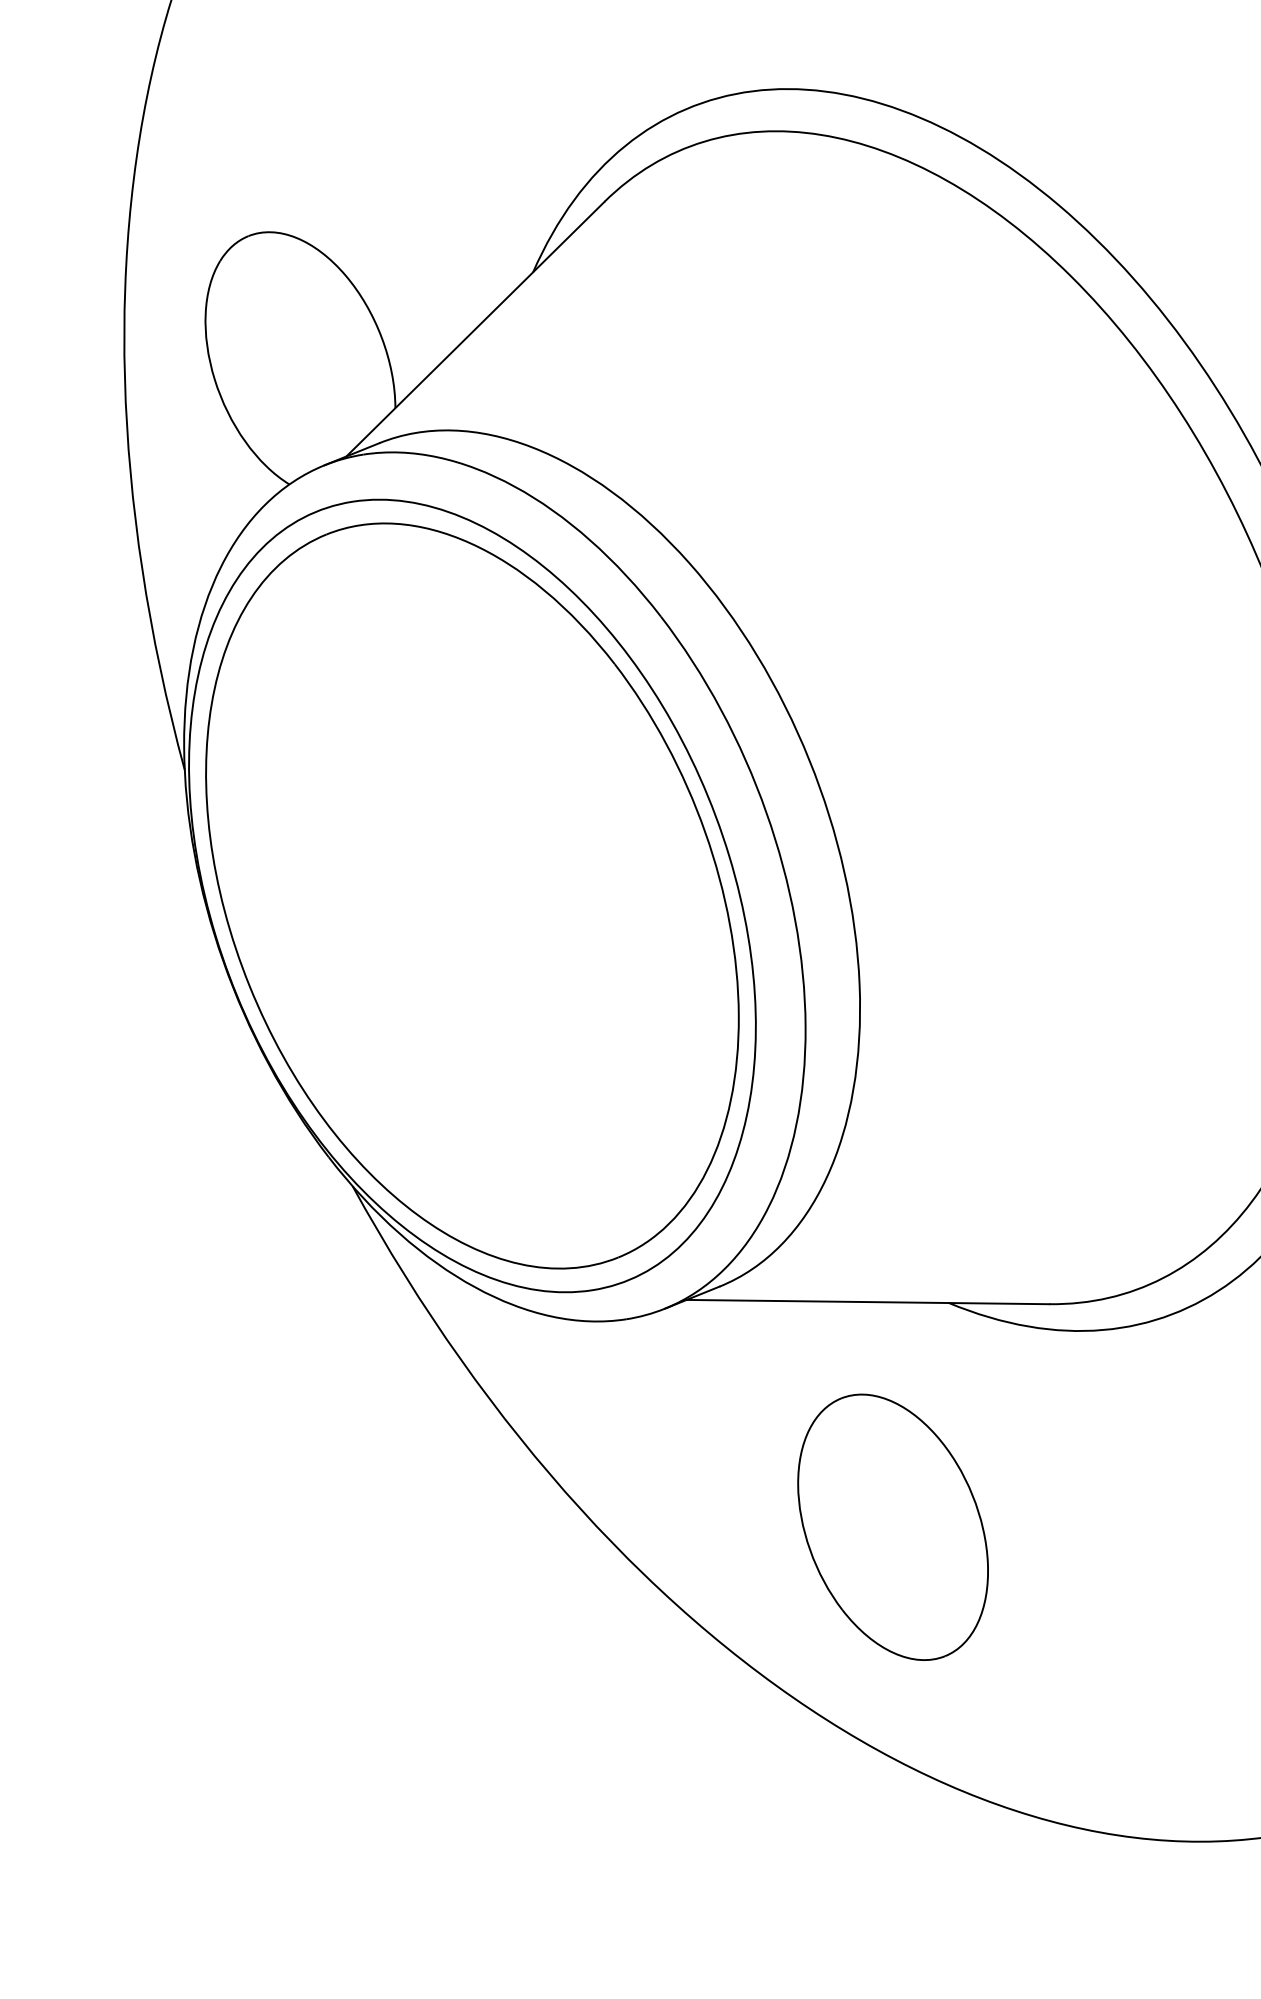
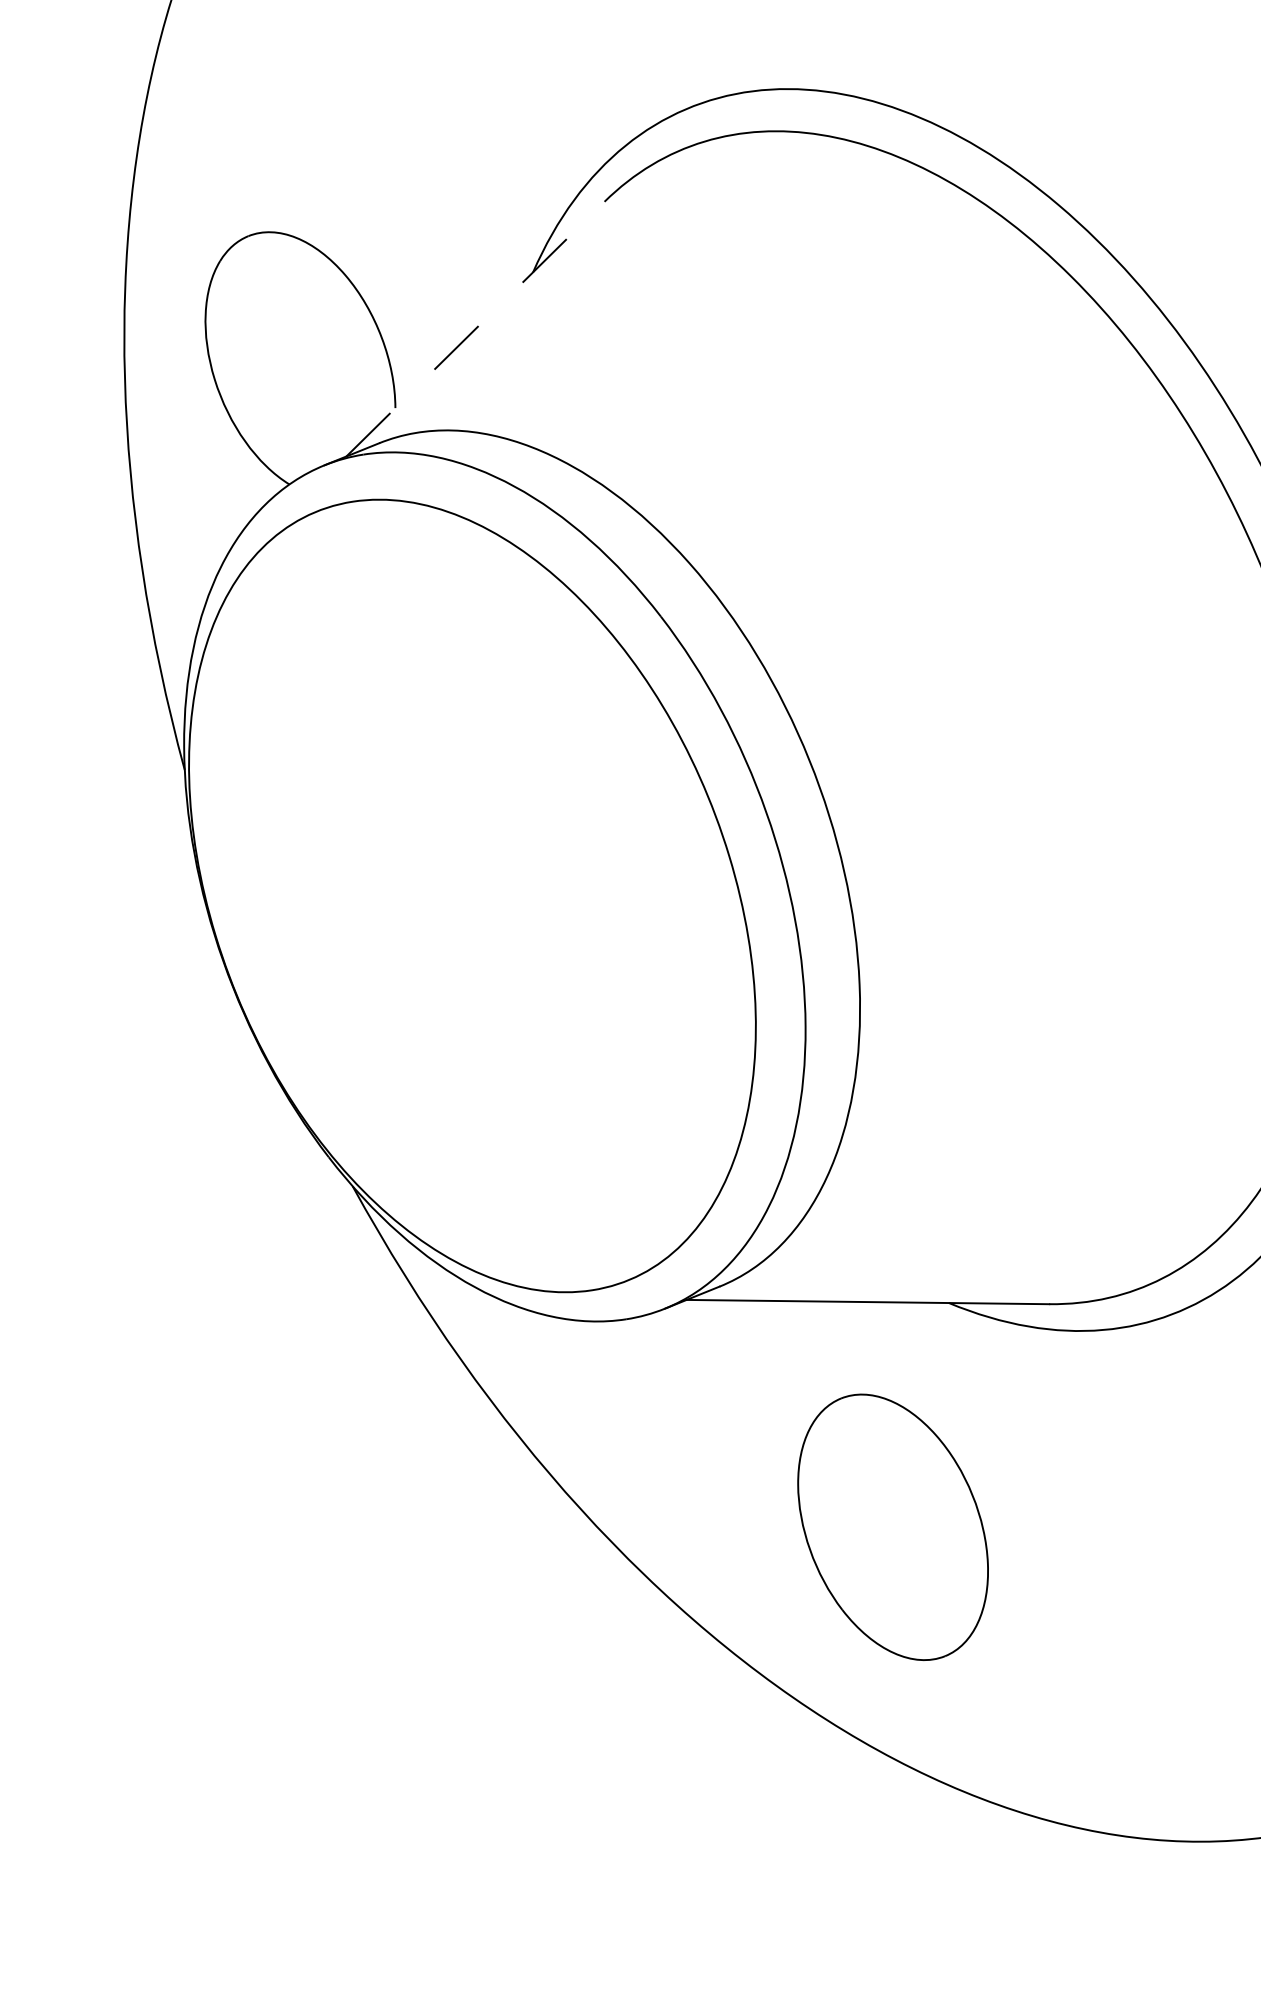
line at (475, 328): solid -> dashed
part at (472, 895): present -> none
